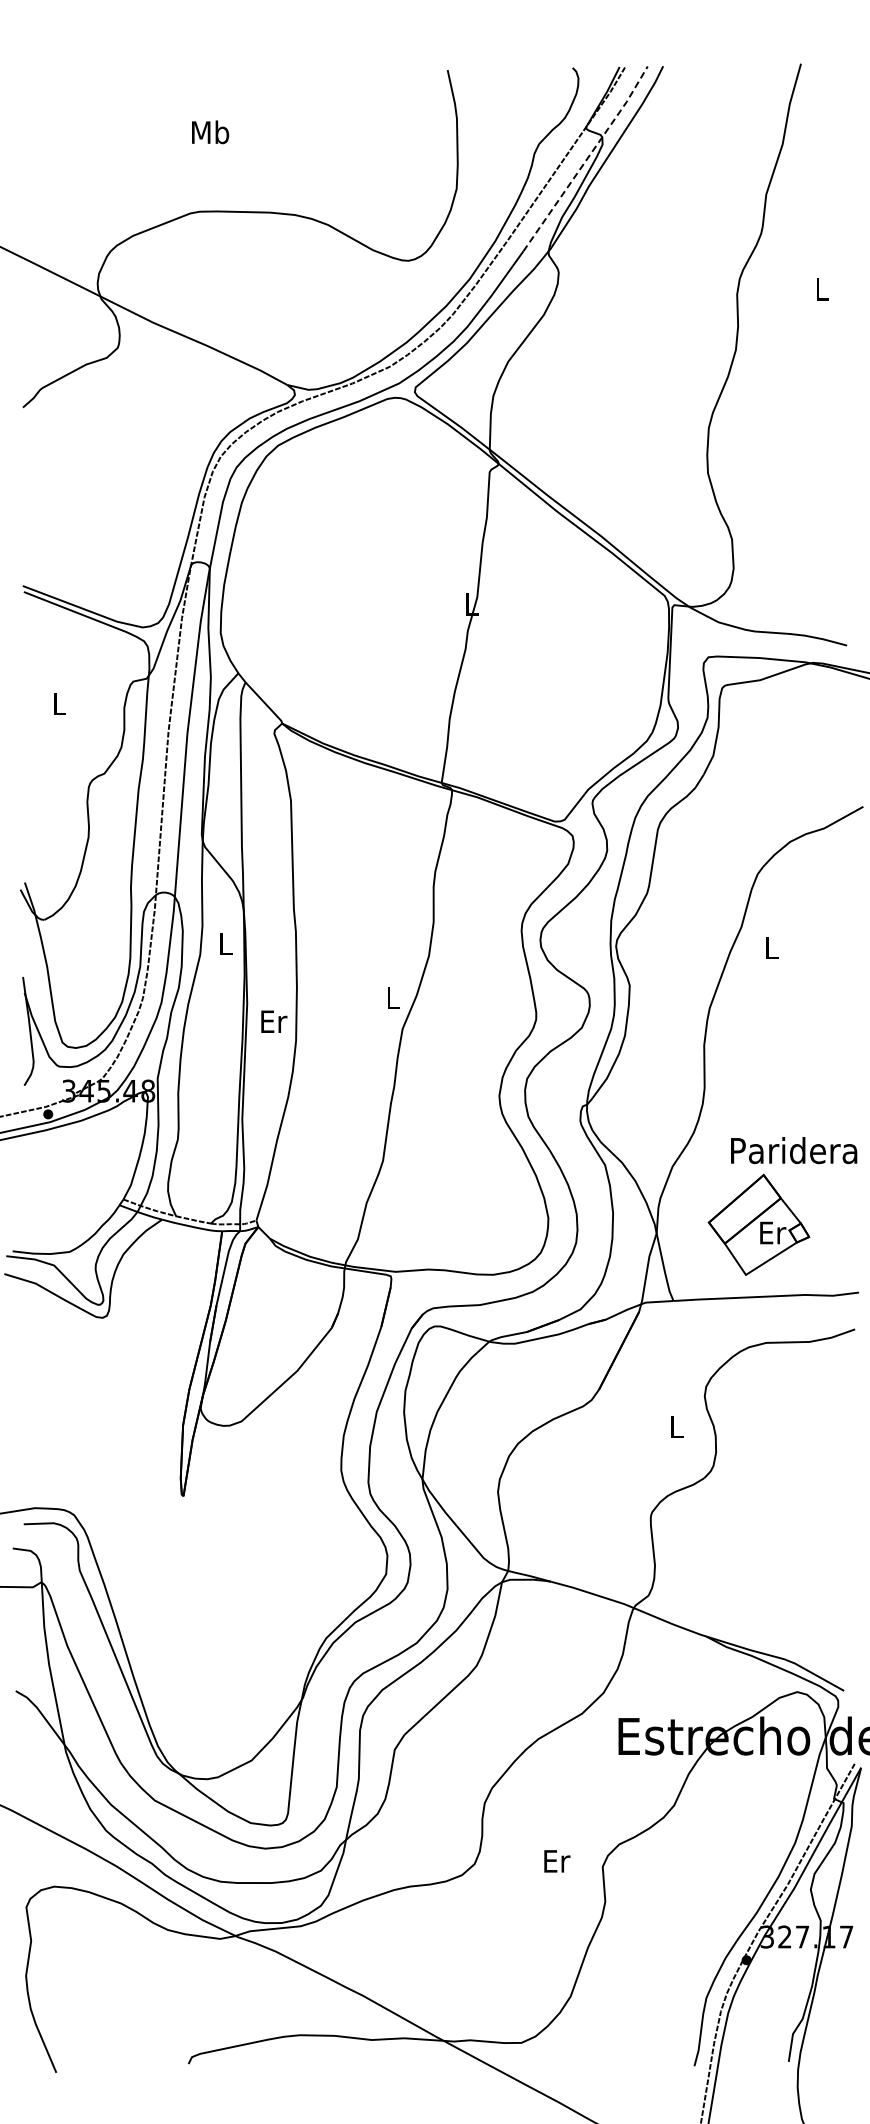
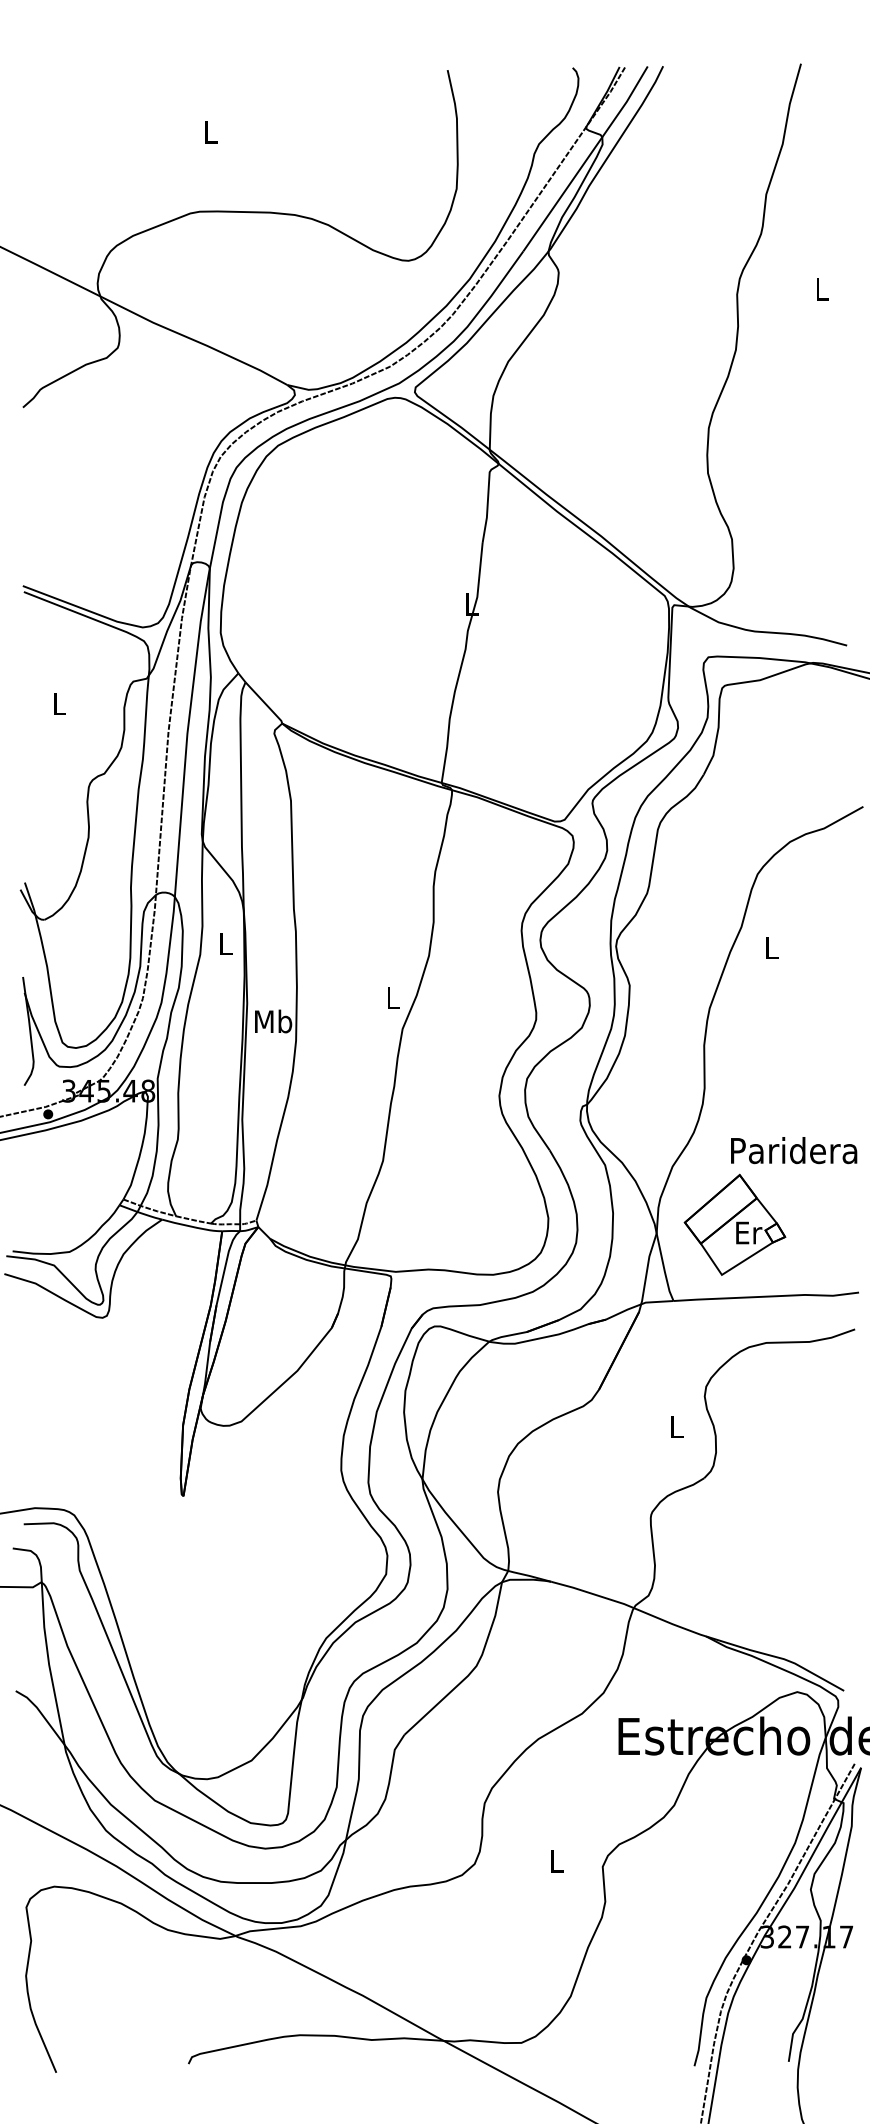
text at (210, 132): Mb -> L
line at (587, 158): dashed -> solid
text at (273, 1021): Er -> Mb
part at (758, 1224) position: (758, 1224) -> (734, 1224)
text at (557, 1861): Er -> L
